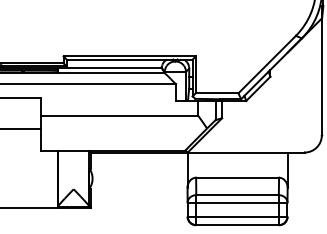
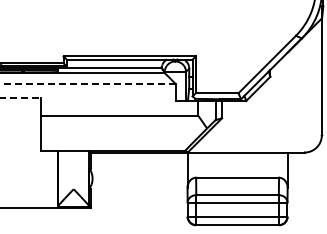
line at (87, 83): solid -> dashed
line at (20, 97): solid -> dashed
line at (21, 128): present -> none
